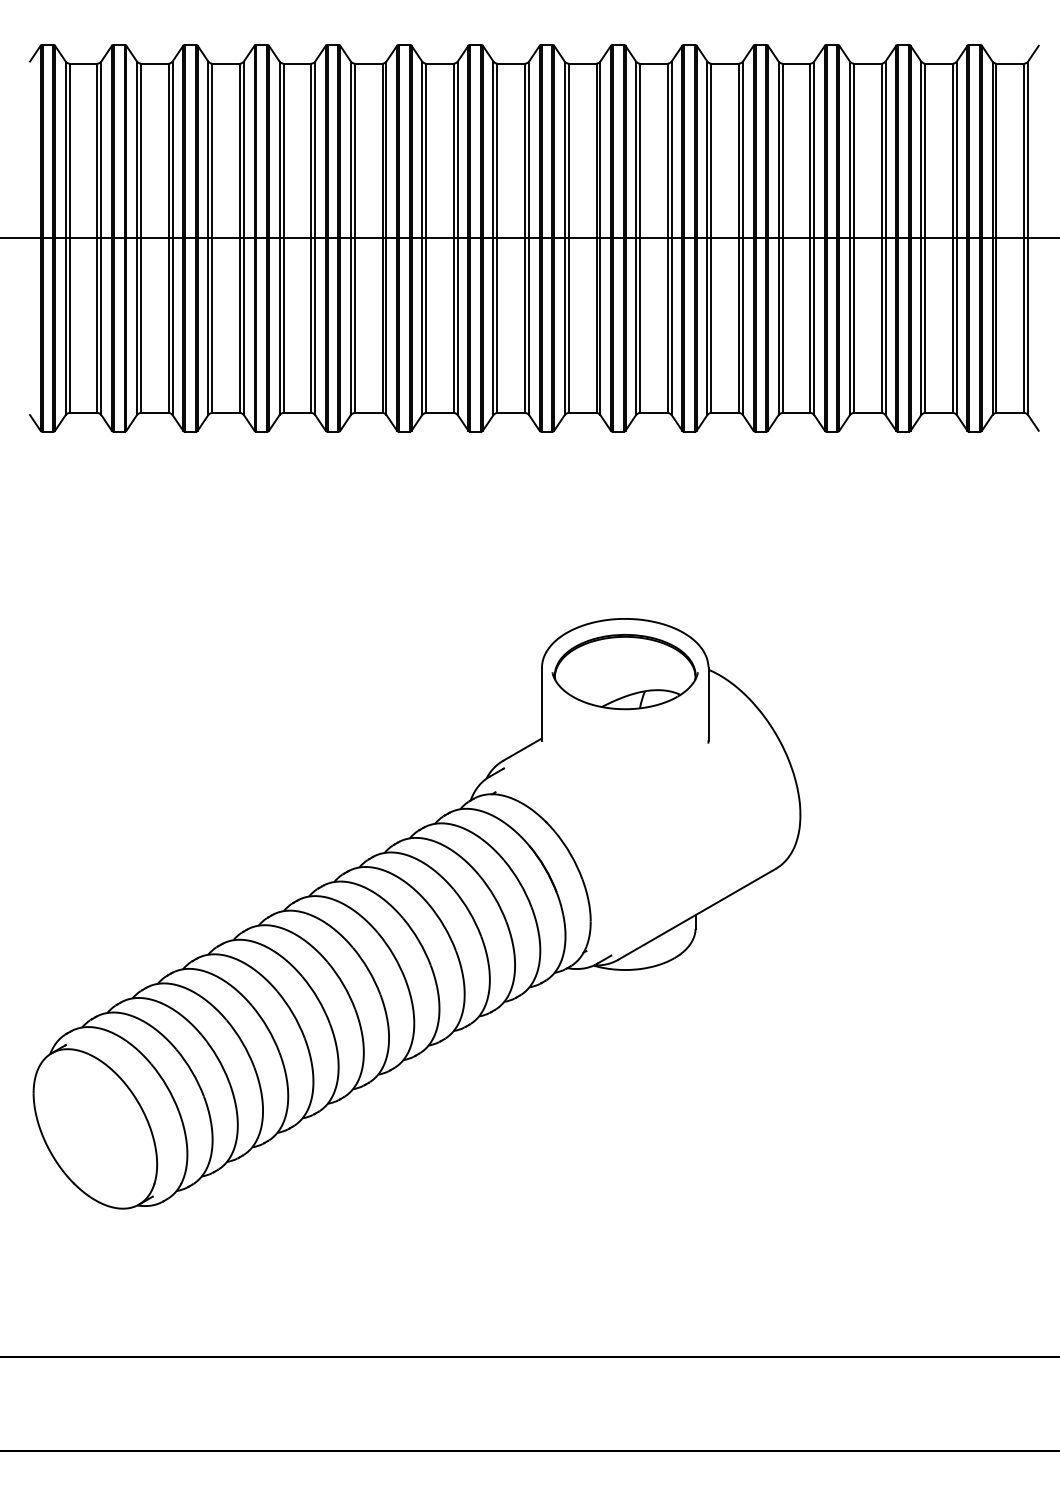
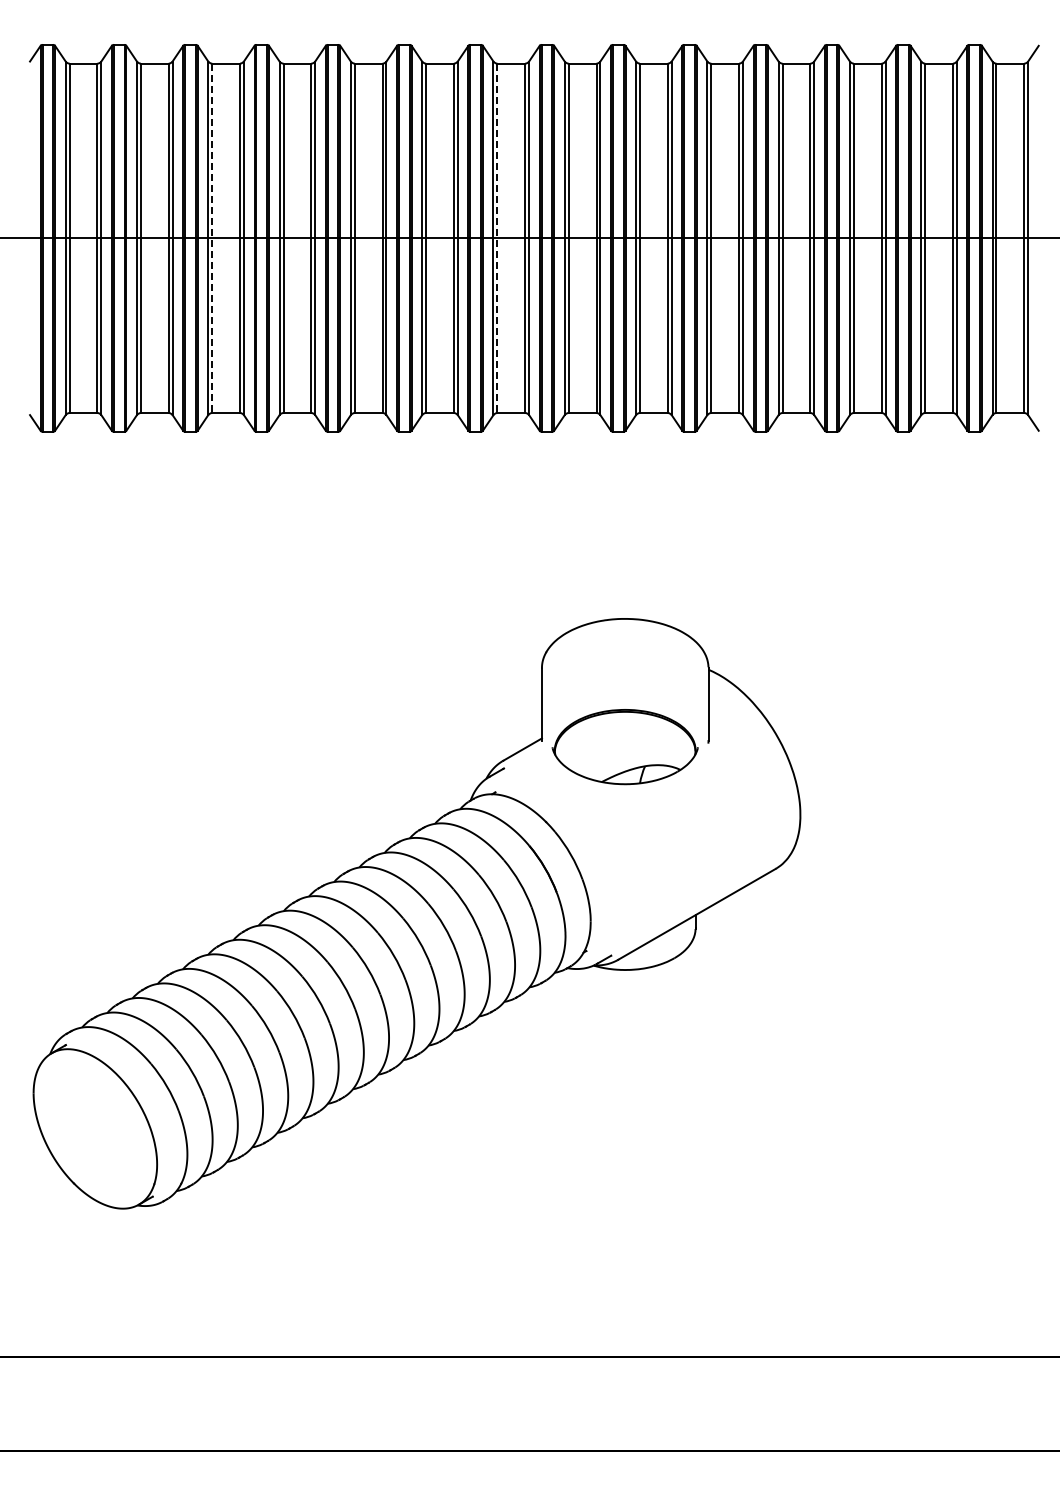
line at (212, 238): solid -> dashed
line at (497, 238): solid -> dashed
part at (624, 672) position: (624, 672) -> (624, 747)
